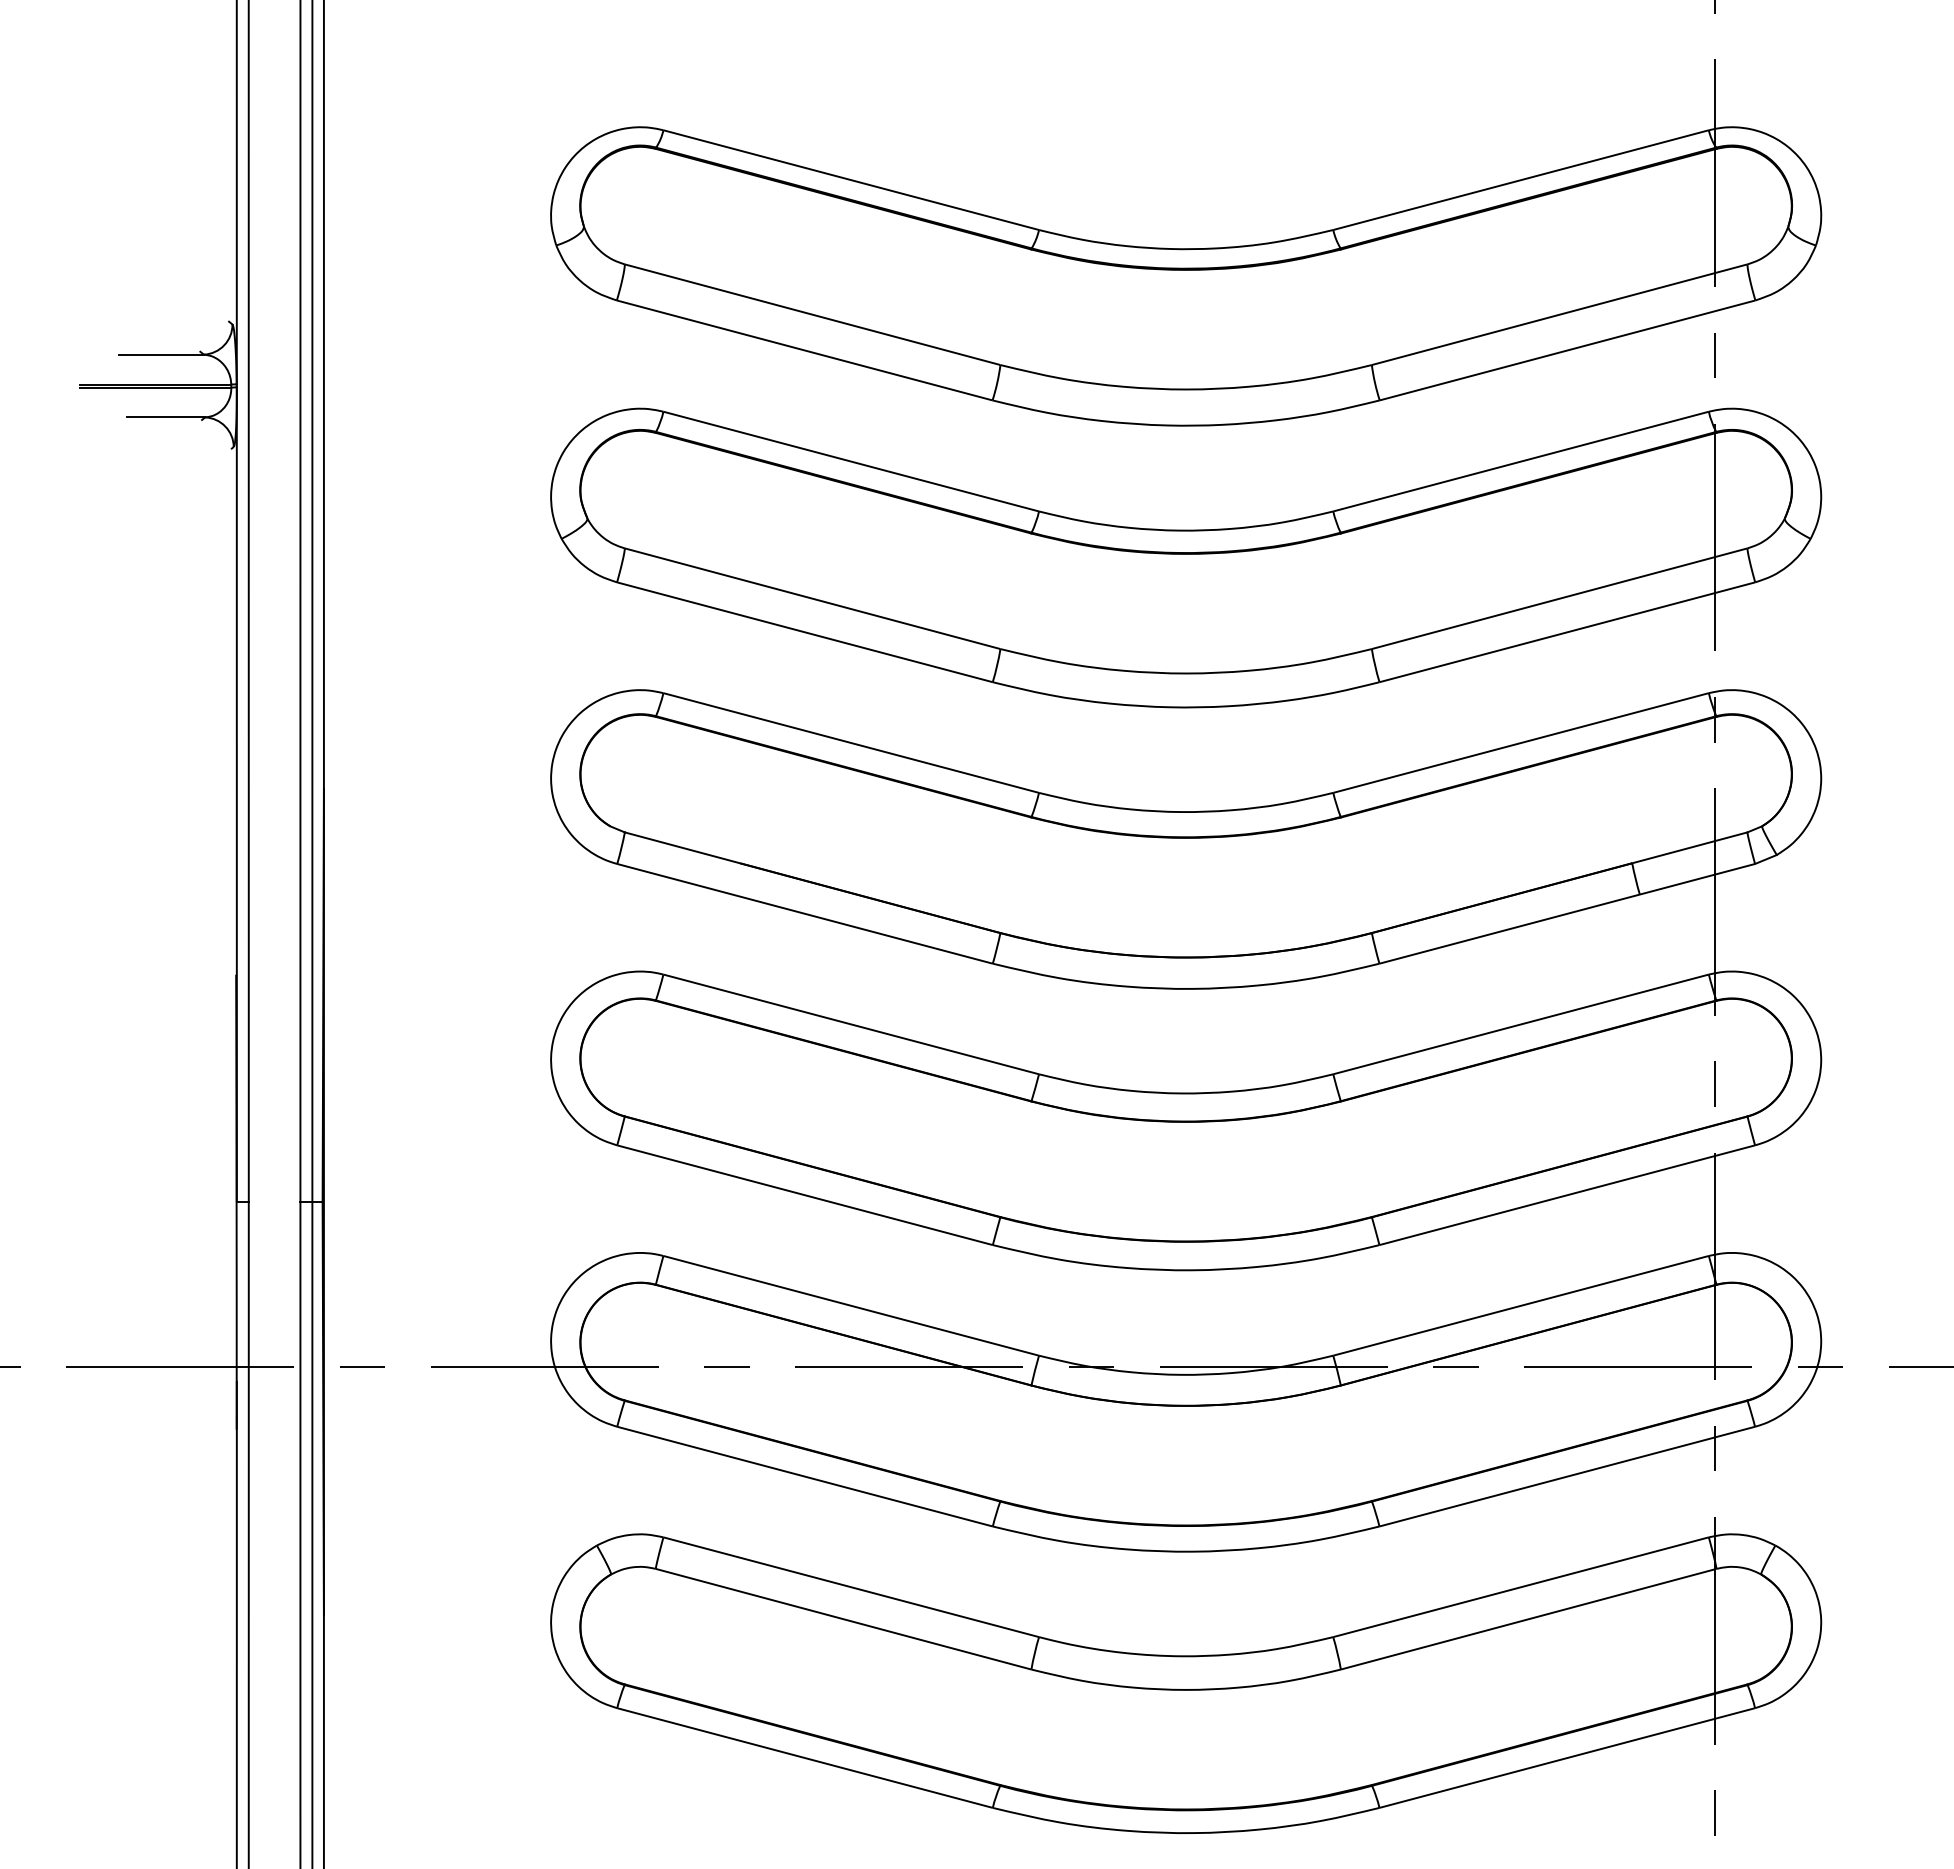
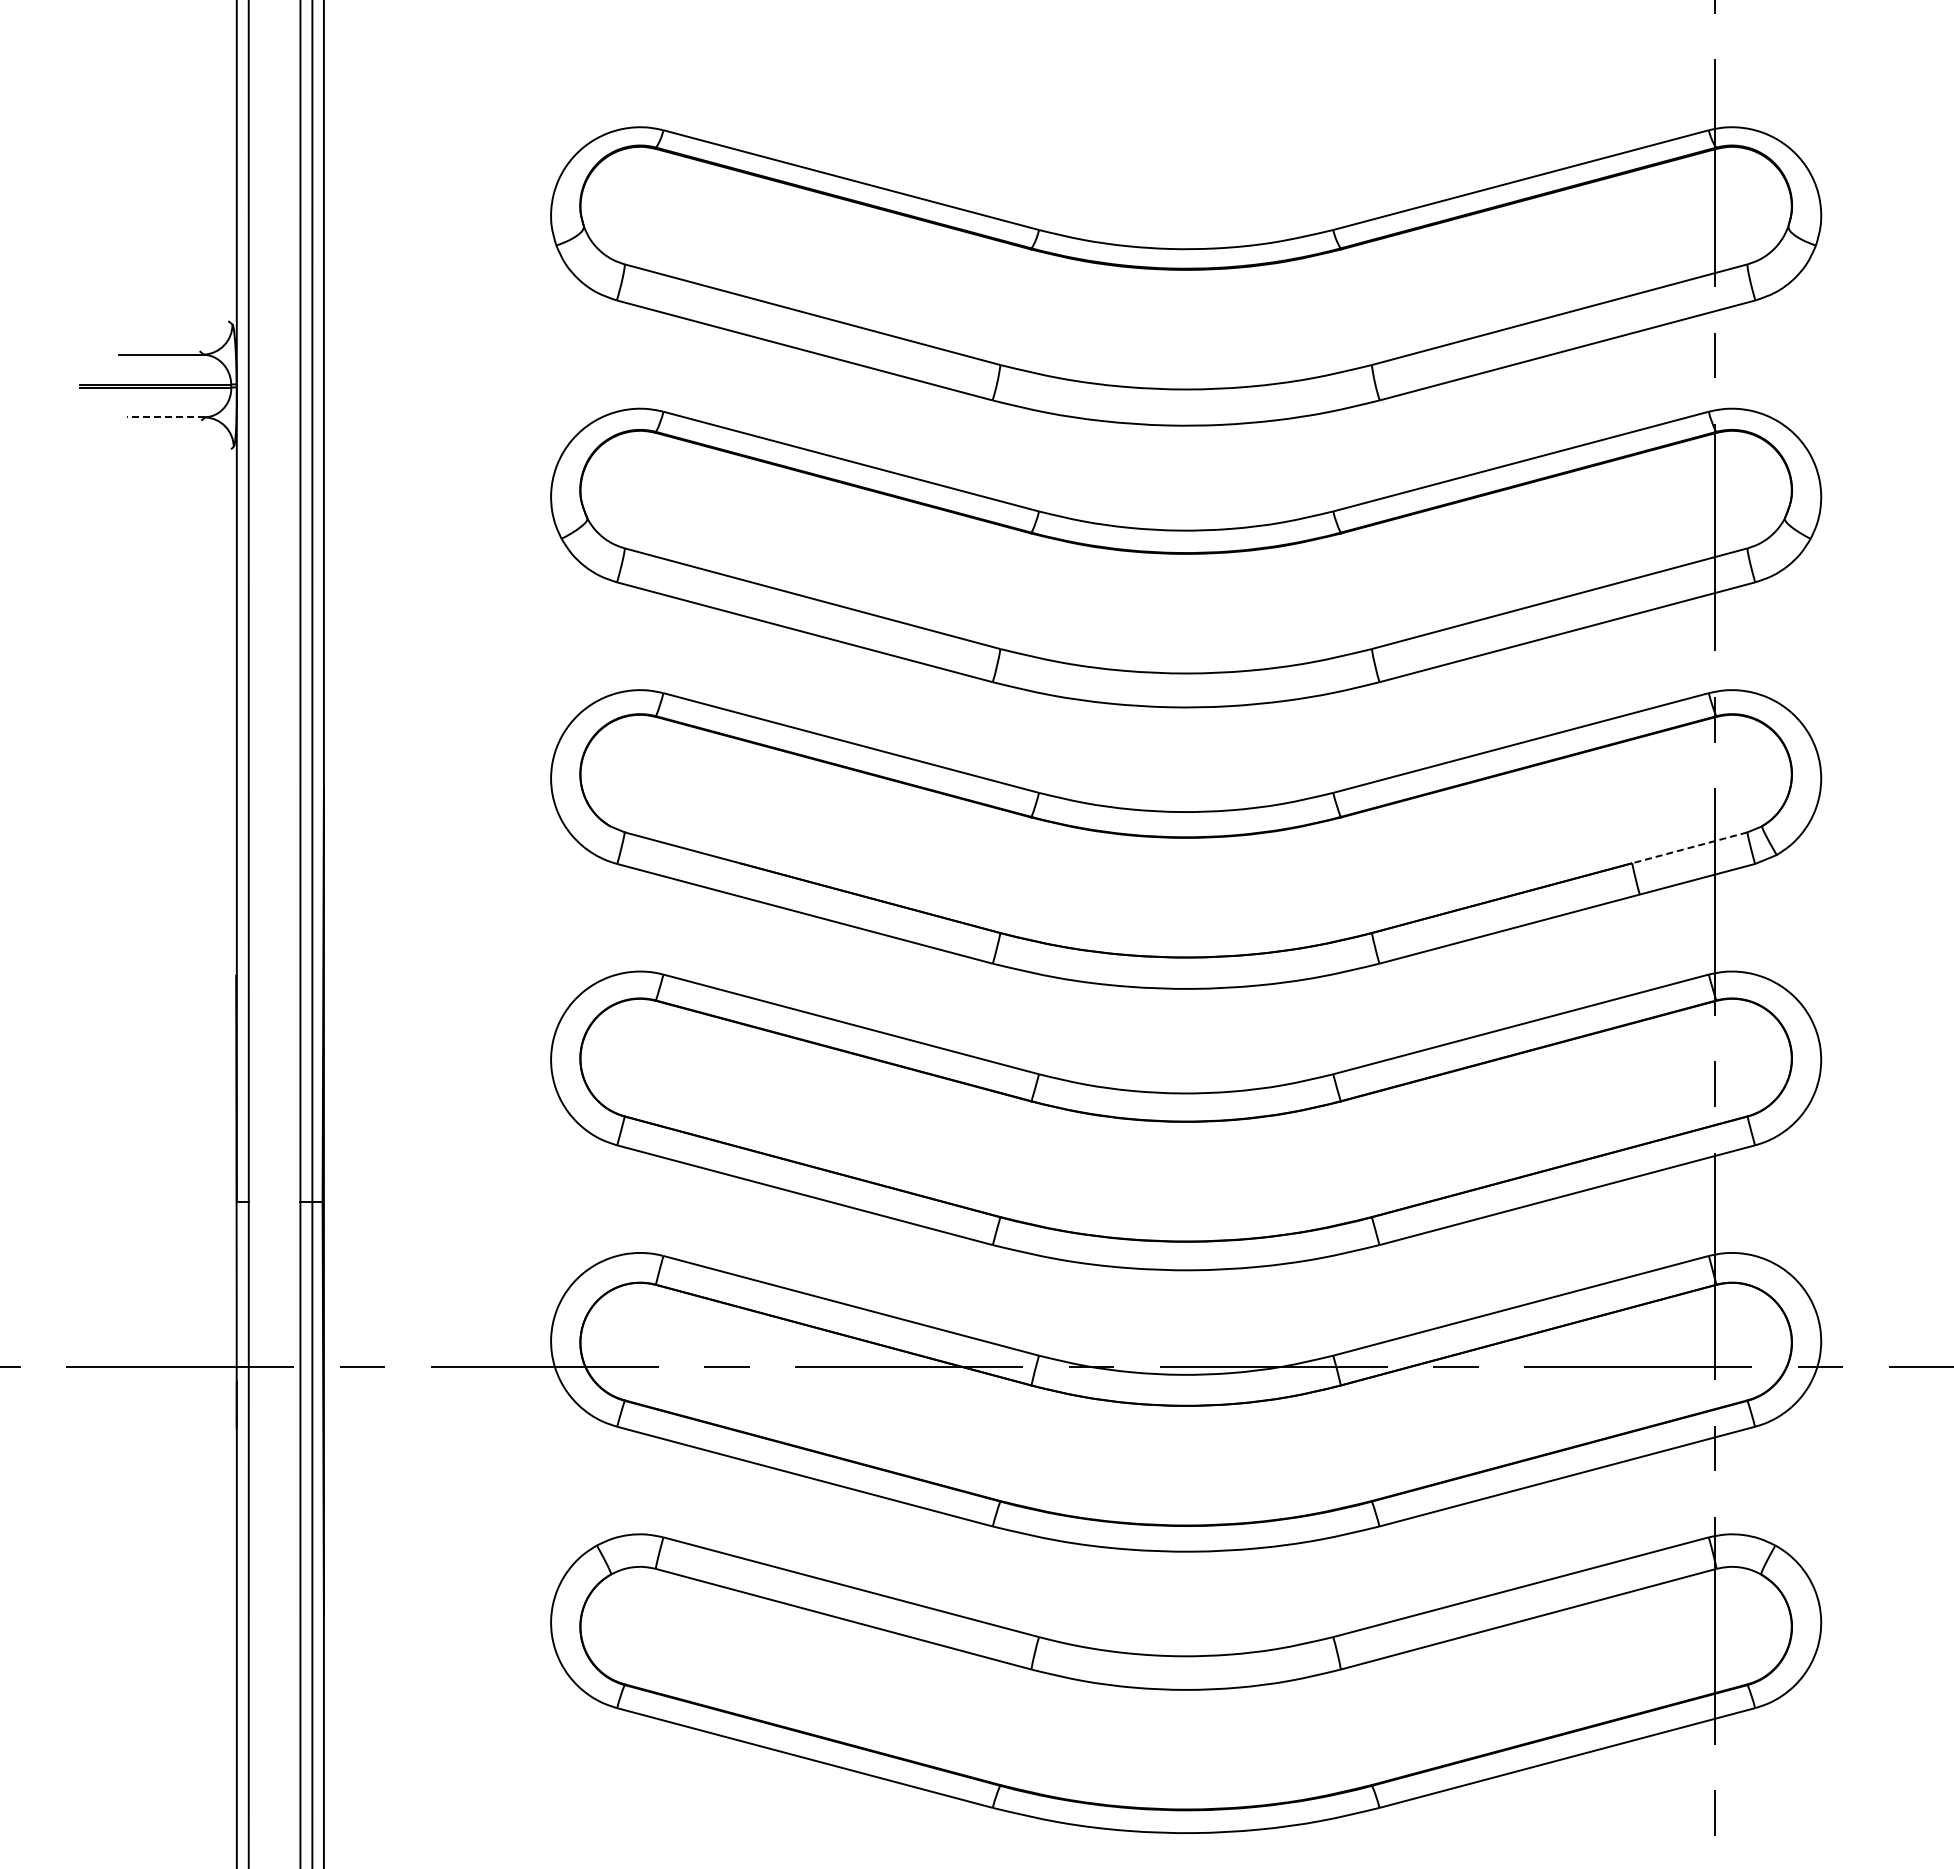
line at (165, 417): solid -> dashed
line at (1689, 847): solid -> dashed
